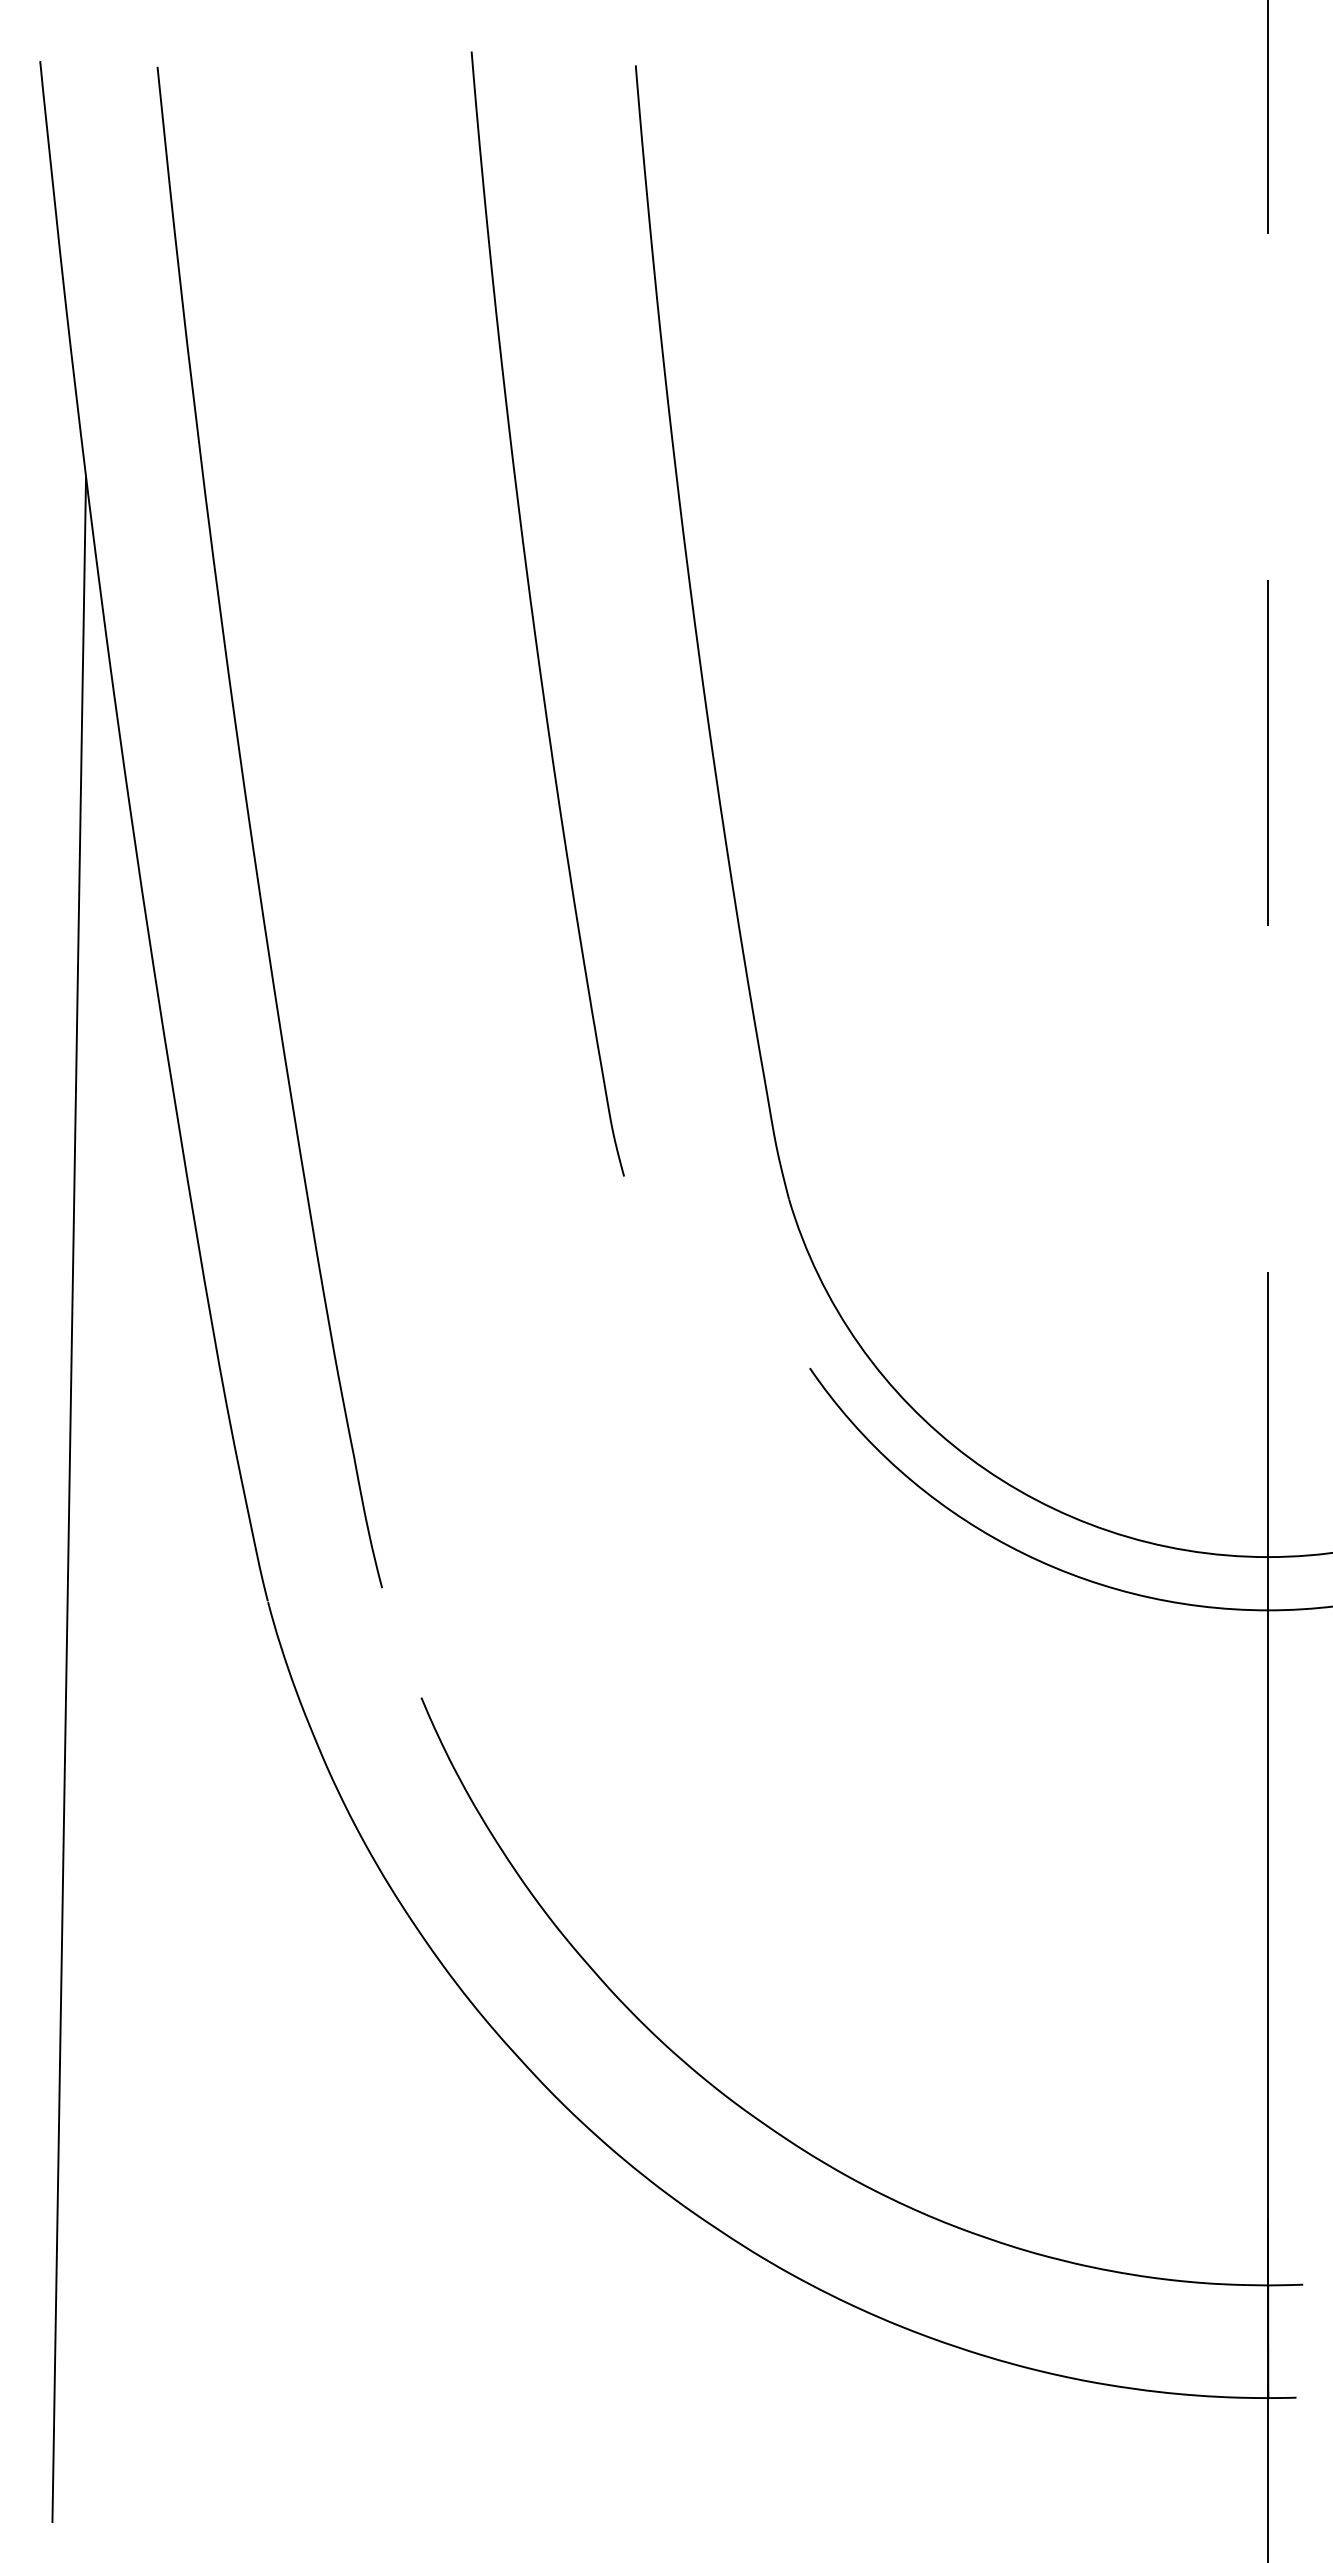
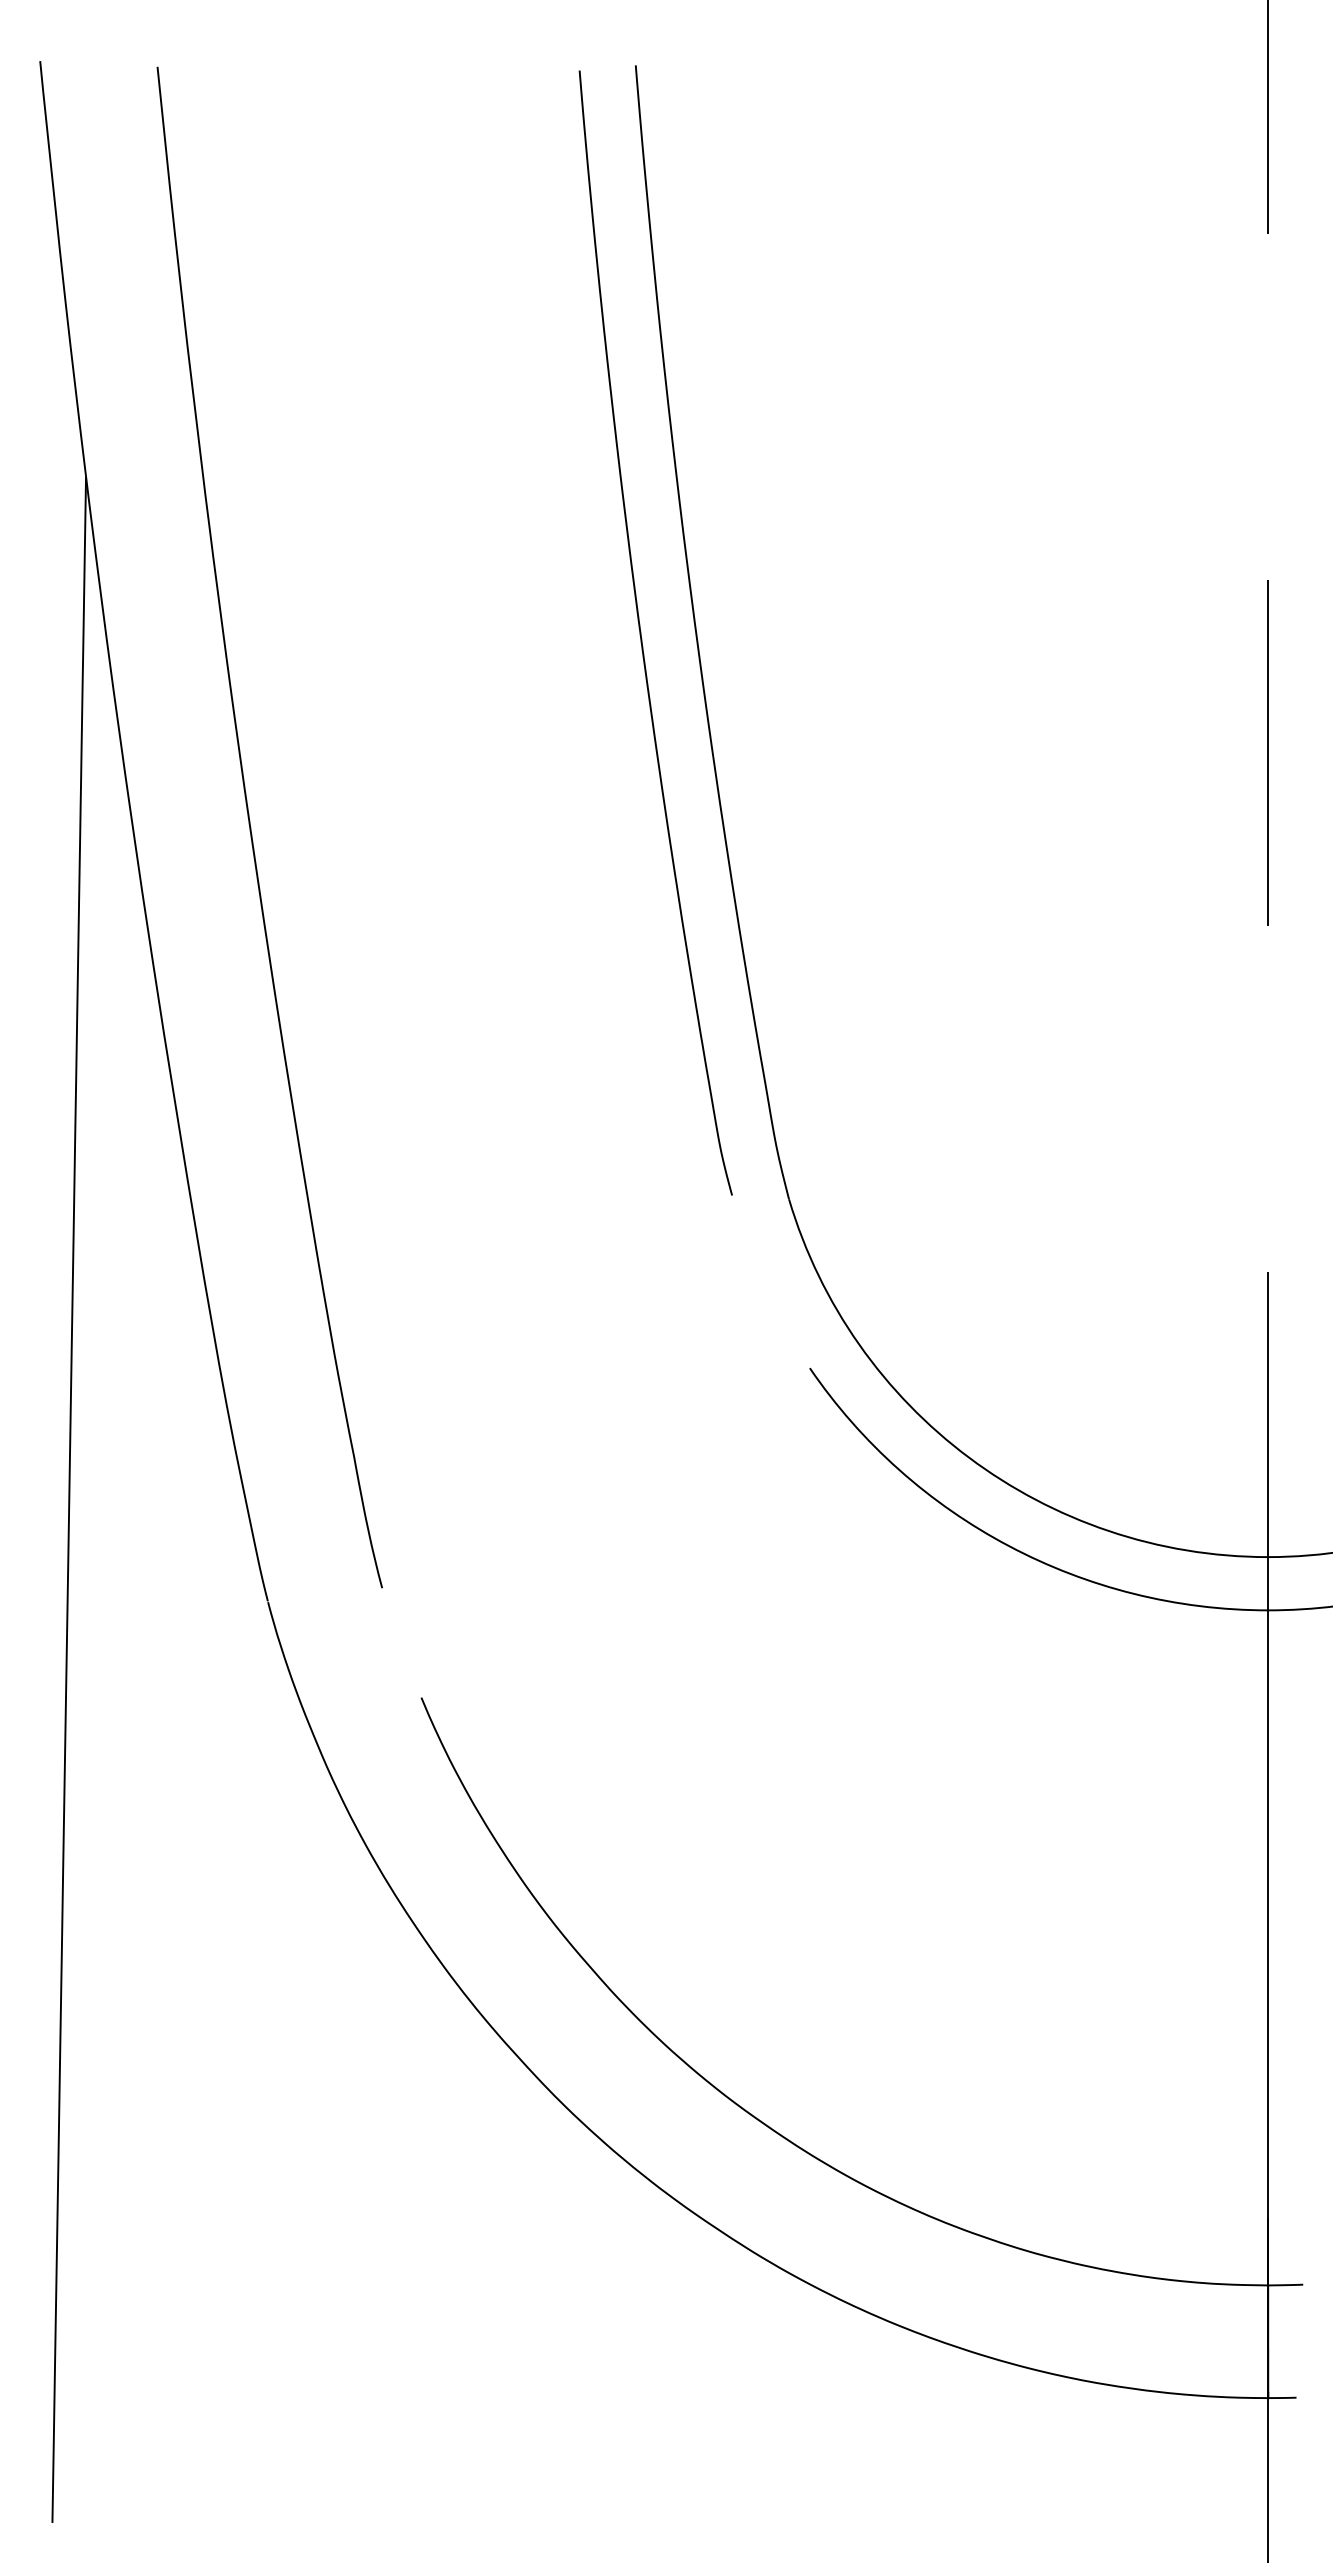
curve at (533, 613) position: (533, 613) -> (641, 632)
